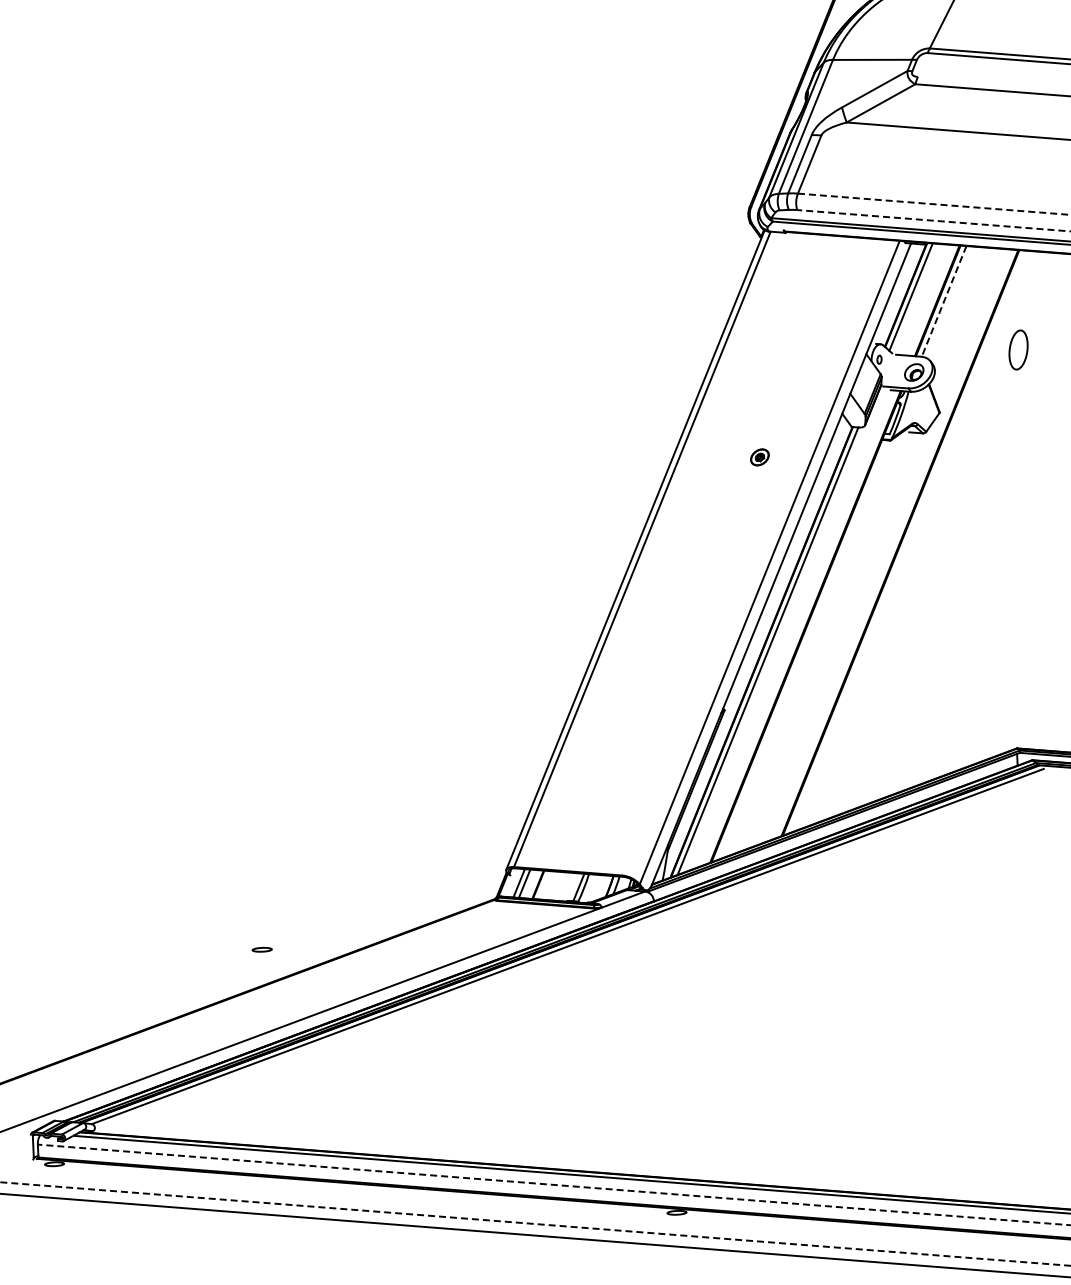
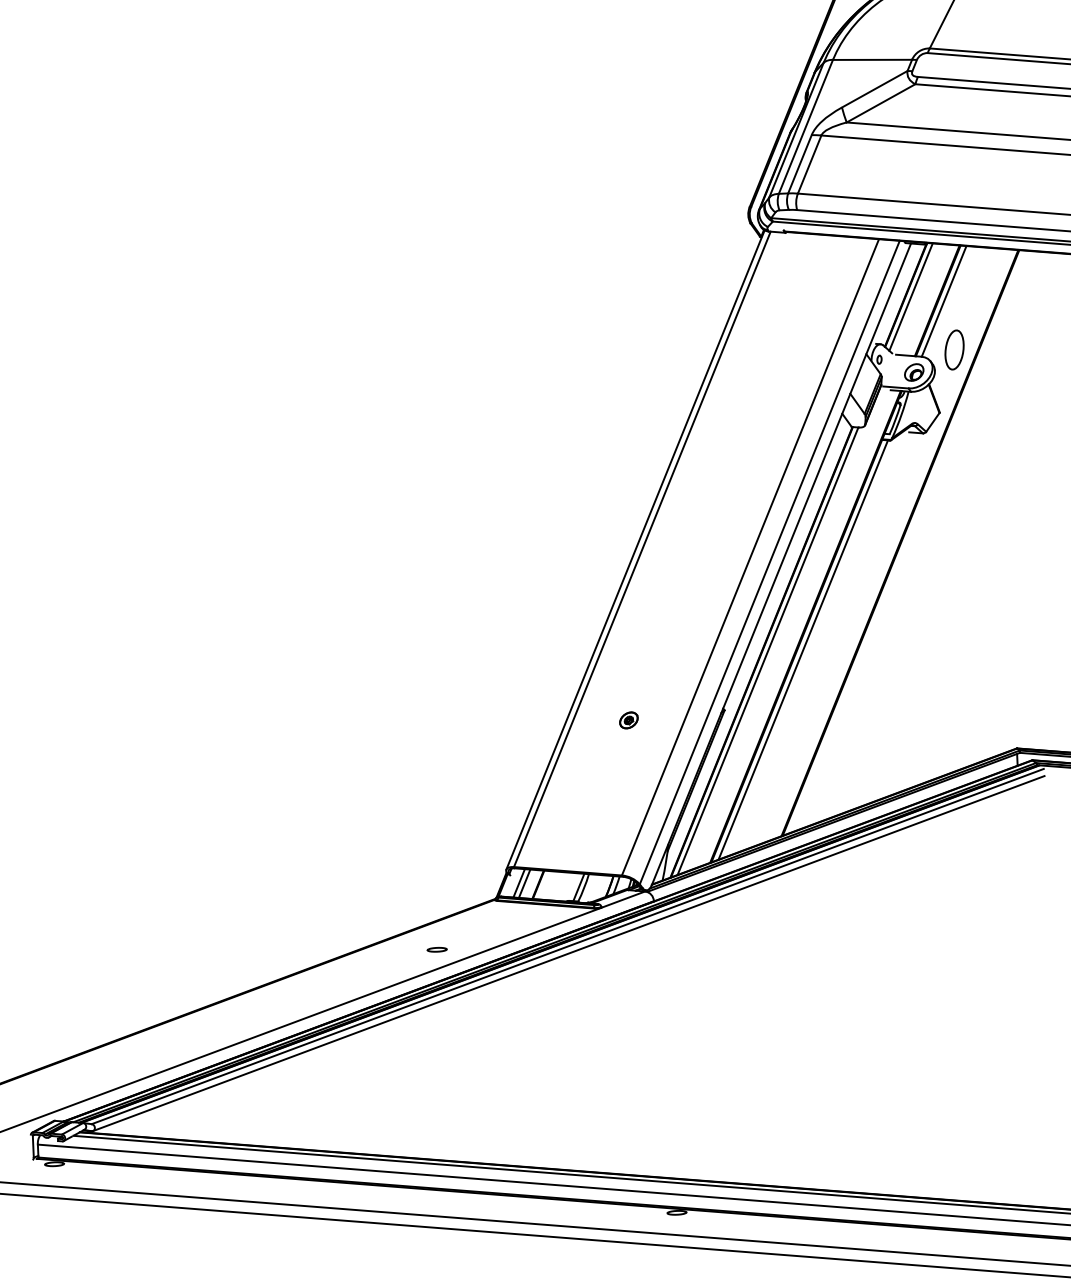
line at (992, 82): none -> present
line at (944, 144): none -> present
line at (934, 204): dashed -> solid
line at (933, 220): dashed -> solid
line at (944, 301): dashed -> solid
part at (1018, 349) position: (1018, 349) -> (954, 349)
part at (759, 457) position: (759, 457) -> (628, 720)
line at (750, 557): none -> present
line at (803, 649): none -> present
part at (261, 949) position: (261, 949) -> (436, 949)
line at (568, 953): none -> present
line at (554, 1184): dashed -> solid
line at (535, 1224): dashed -> solid
